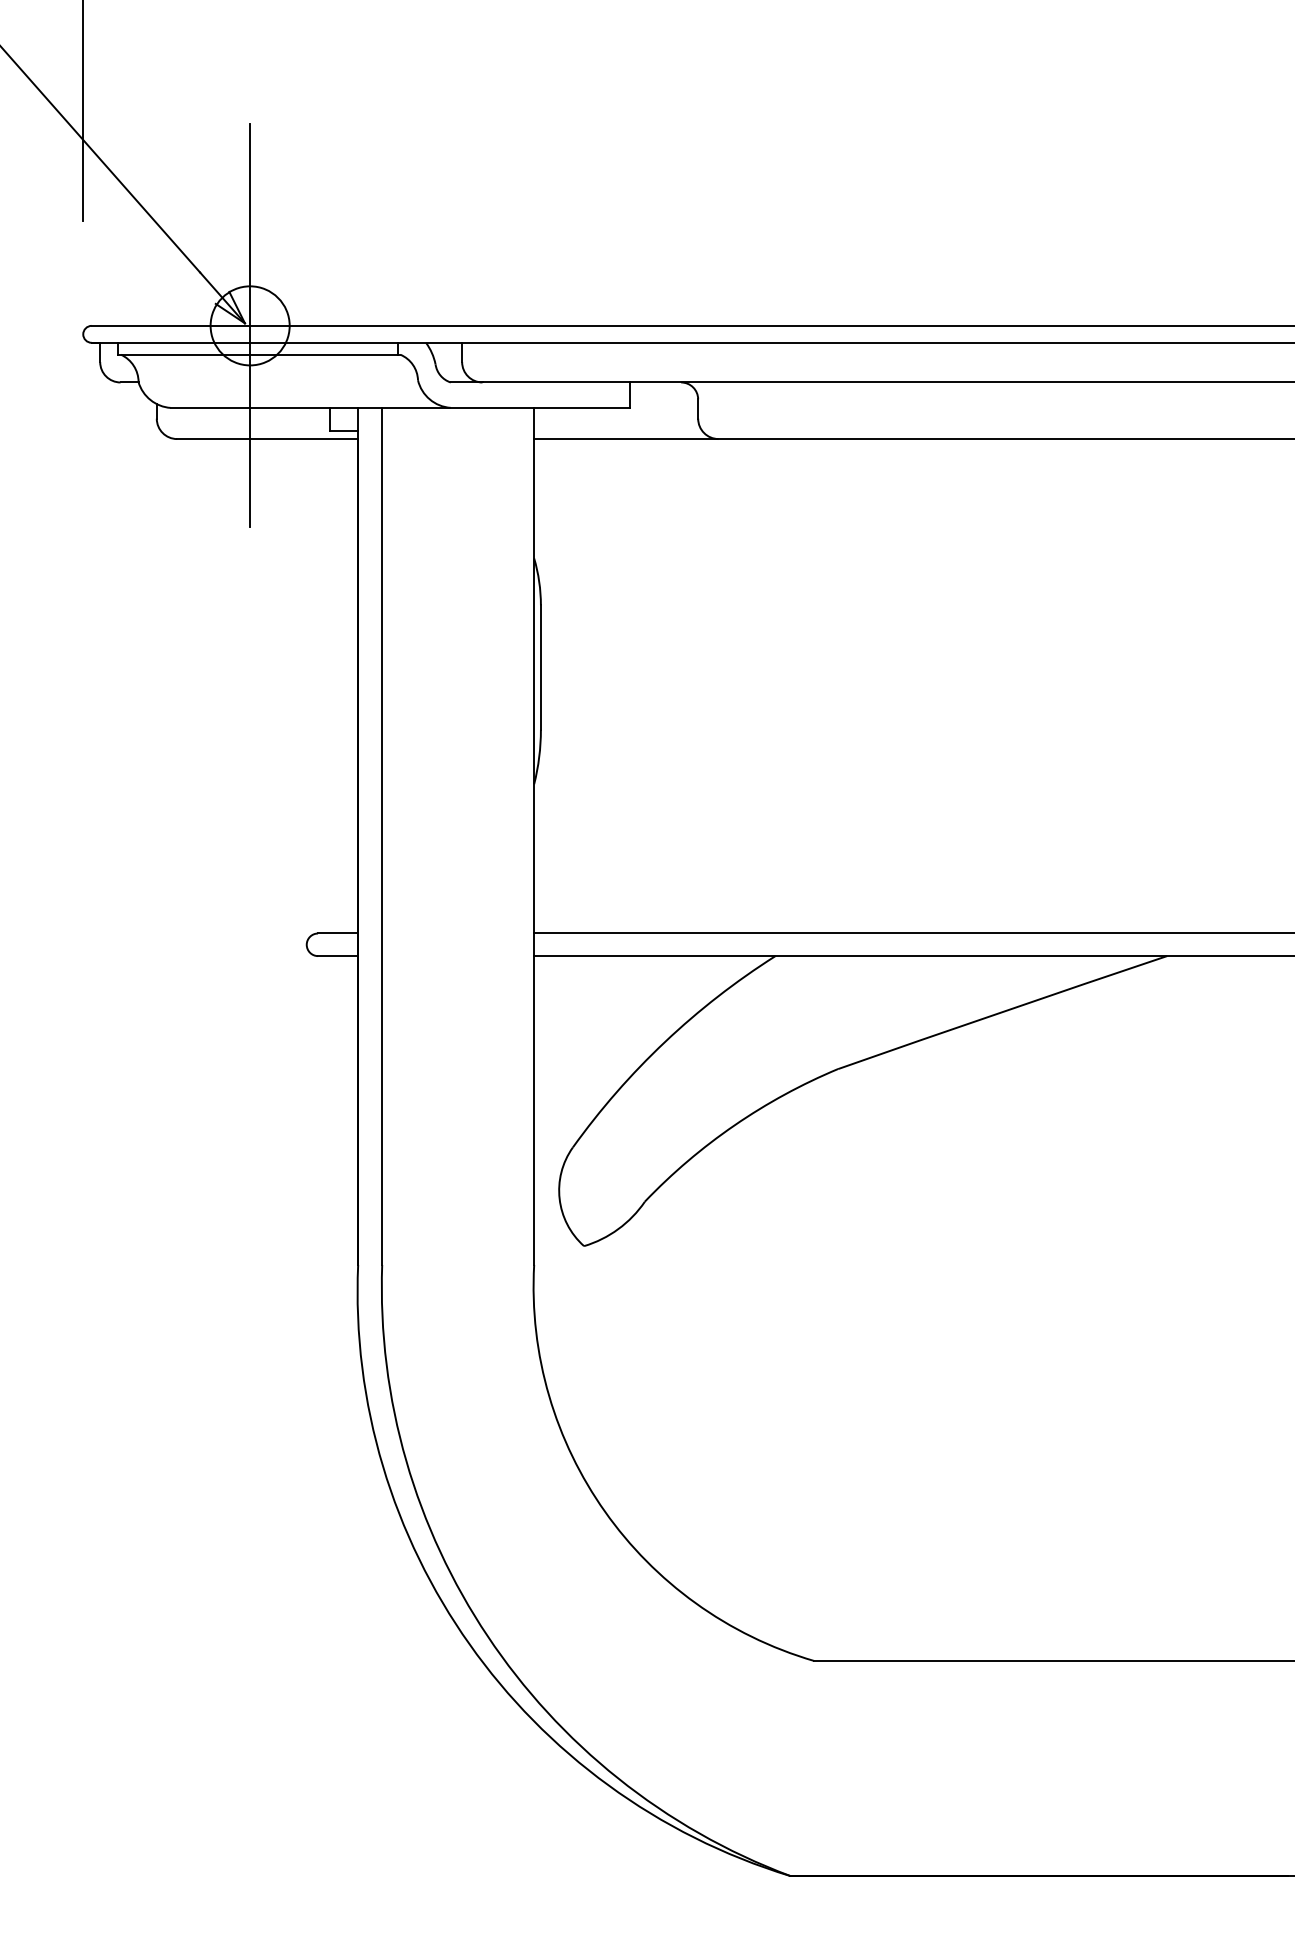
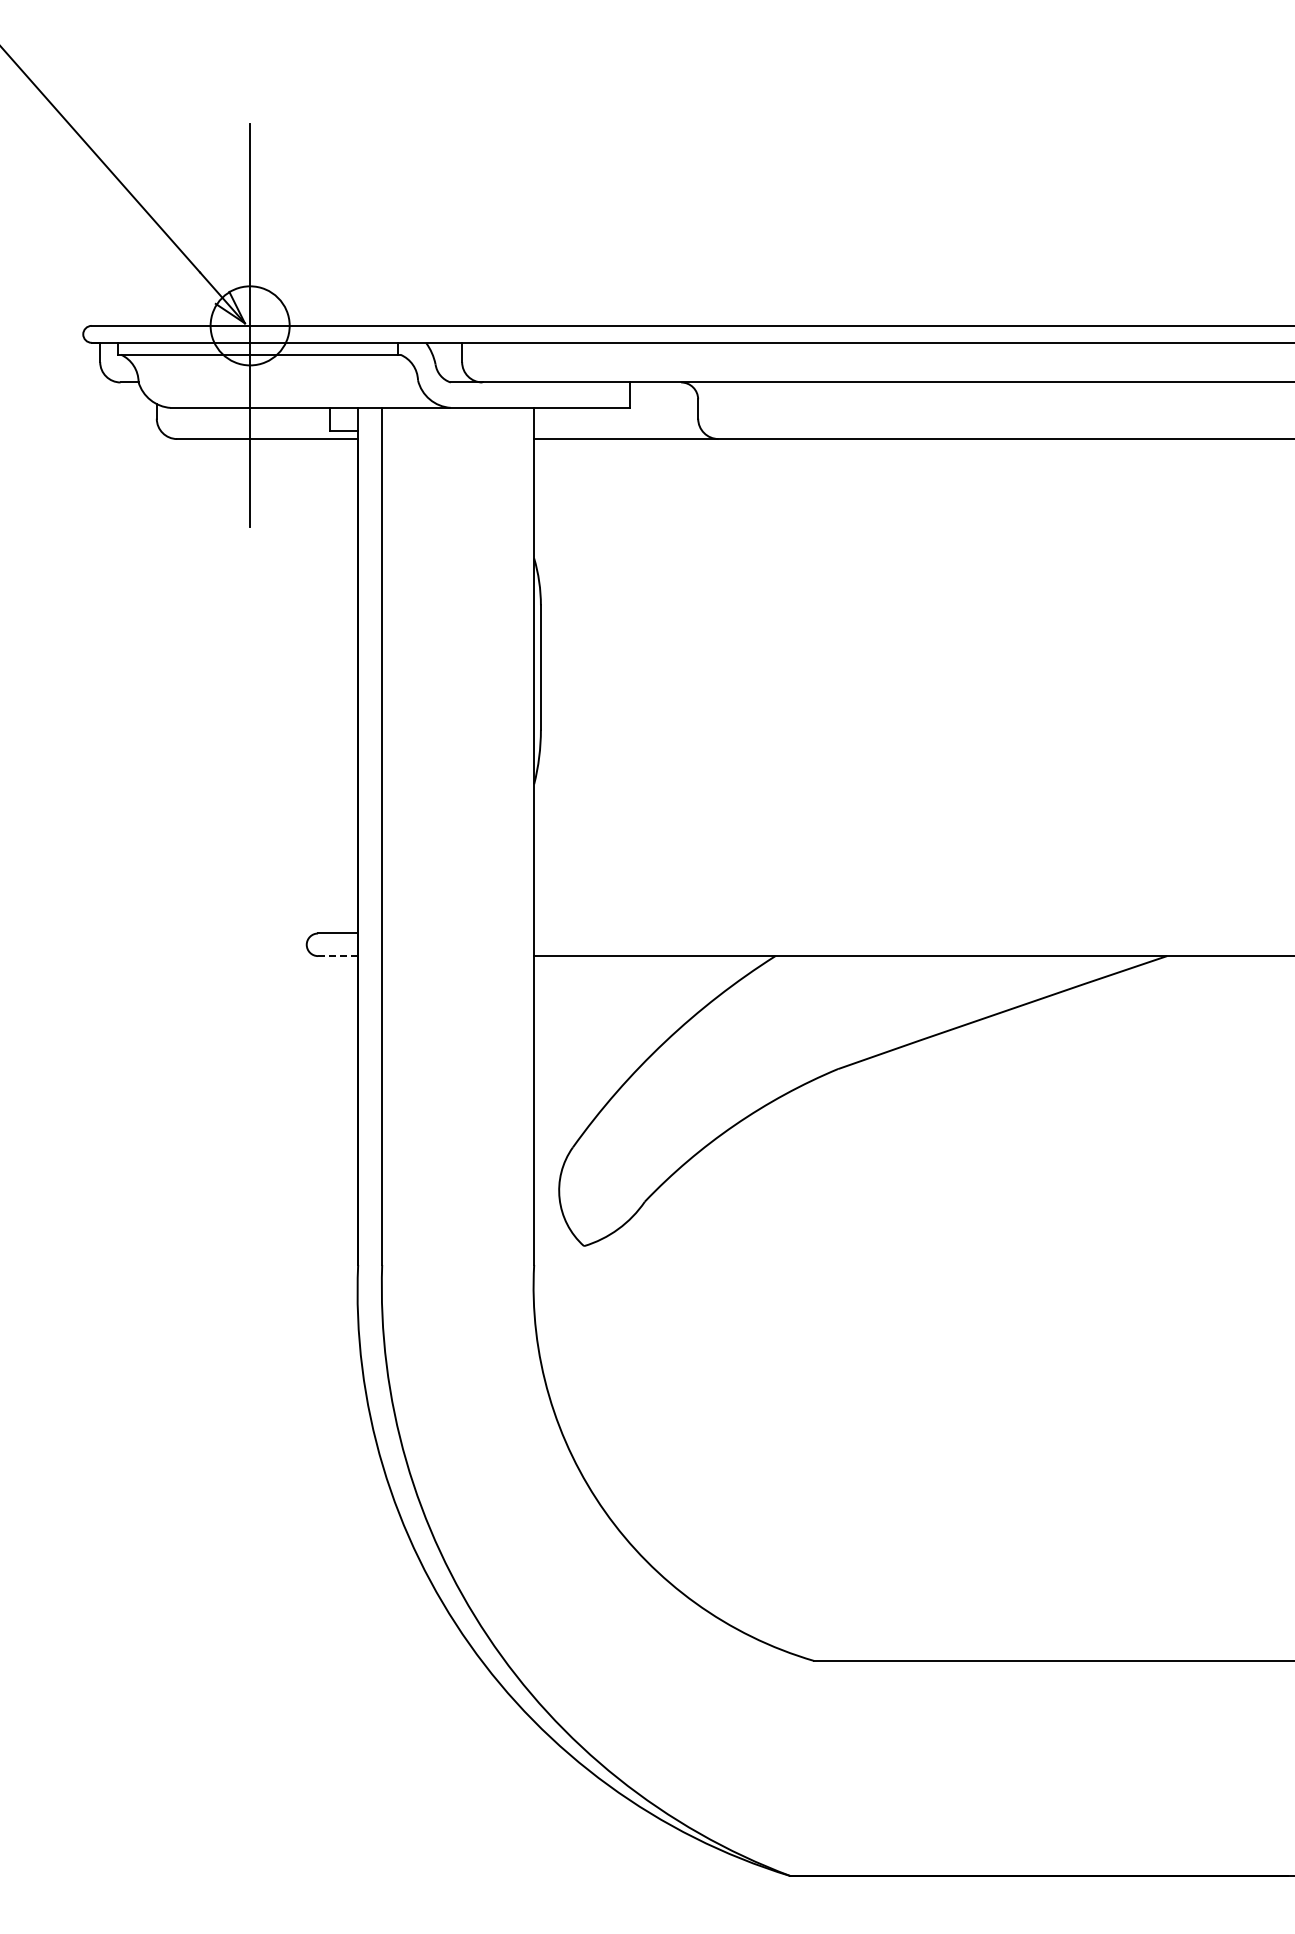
line at (83, 111): present -> none
line at (912, 933): present -> none
line at (337, 956): solid -> dashed
